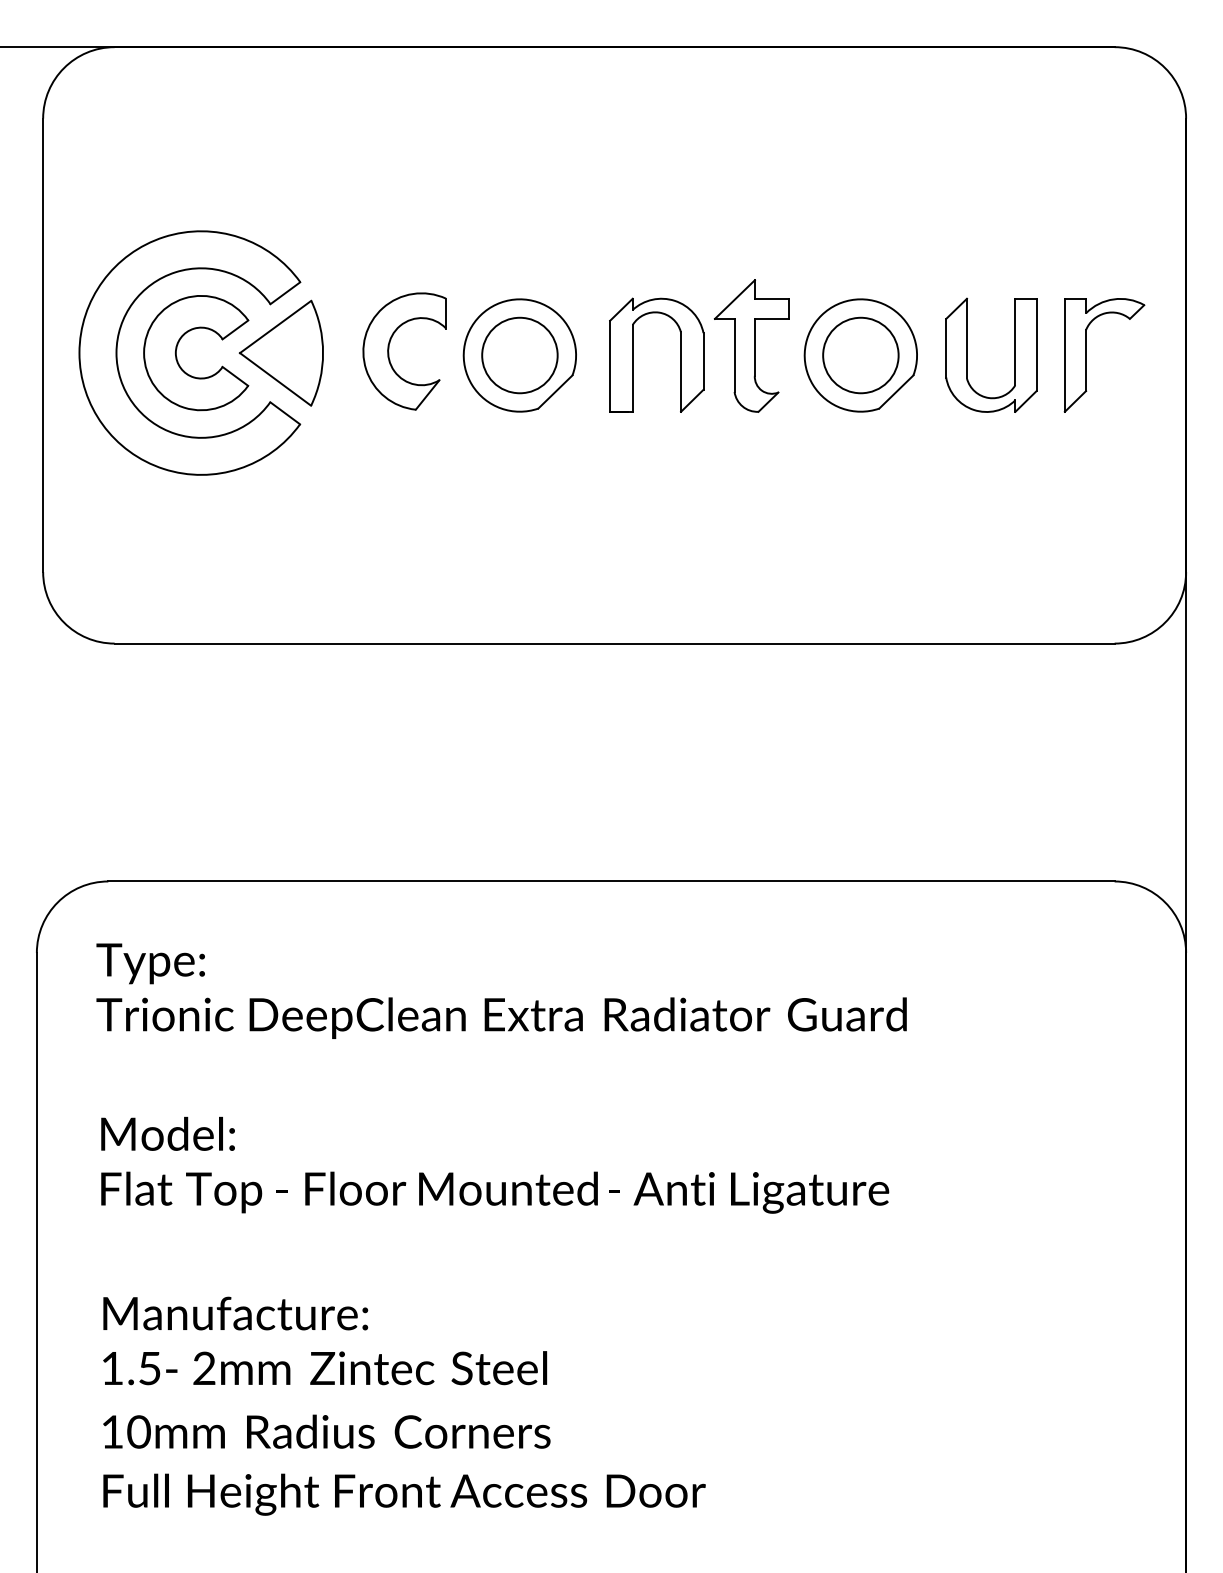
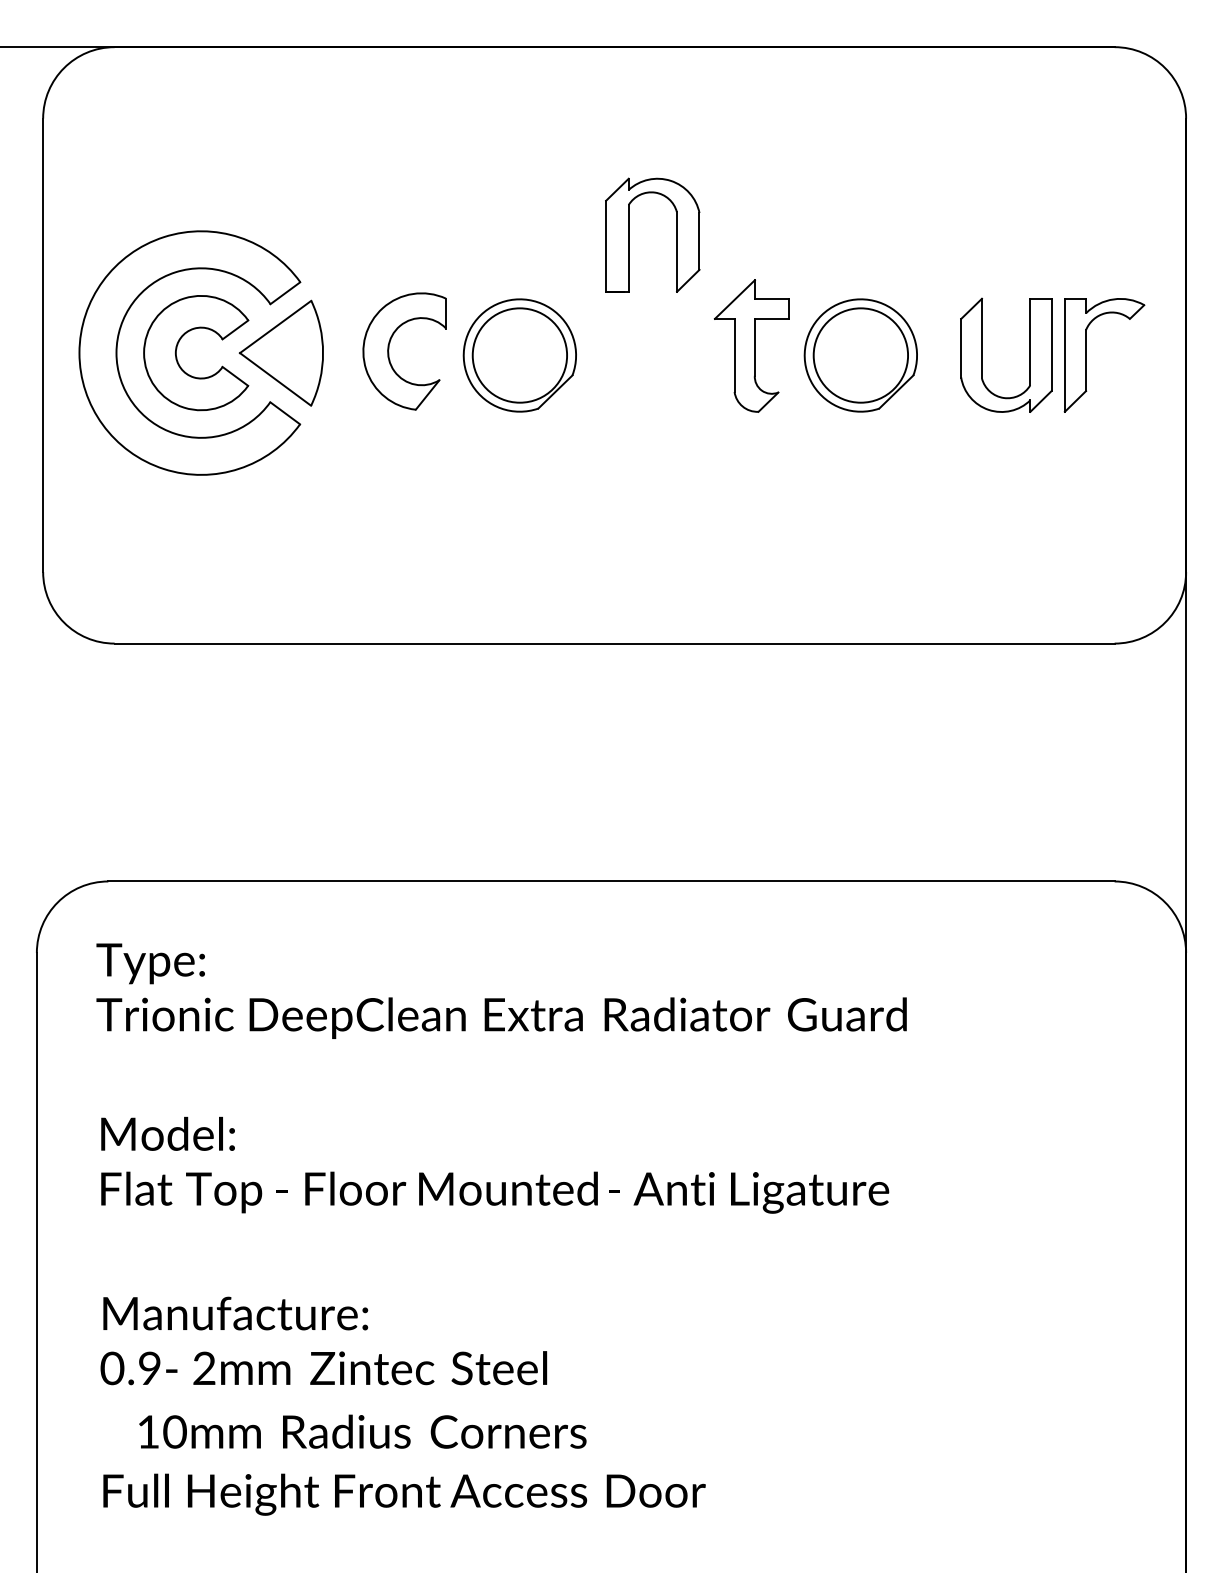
part at (633, 354) position: (633, 354) -> (629, 234)
part at (1014, 354) position: (1014, 354) -> (1029, 354)
circle at (519, 355) diameter: 75 px -> 94 px
circle at (860, 355) diameter: 75 px -> 94 px
text at (130, 1368): 1.5- -> 0.9-
text at (326, 1431) position: (326, 1431) -> (362, 1431)
